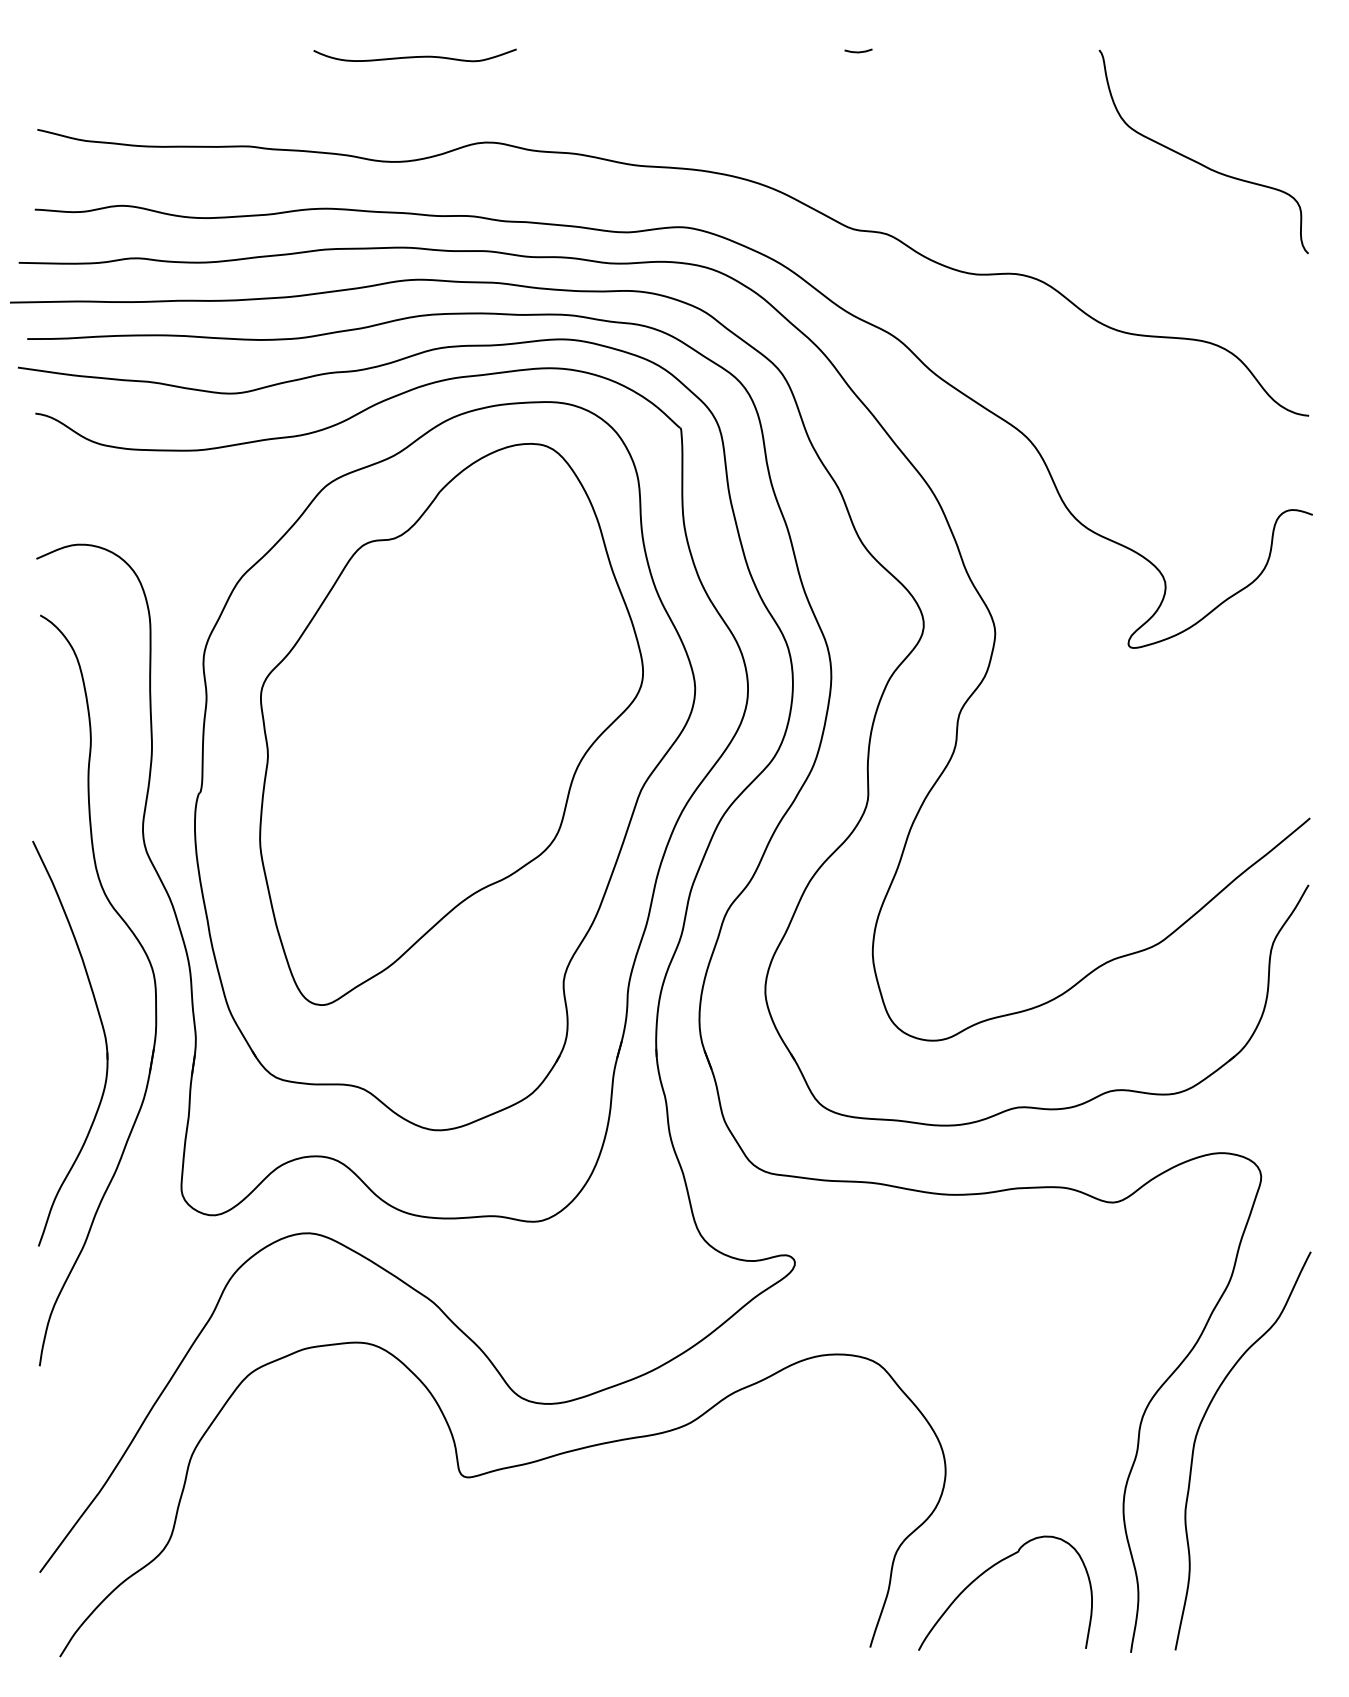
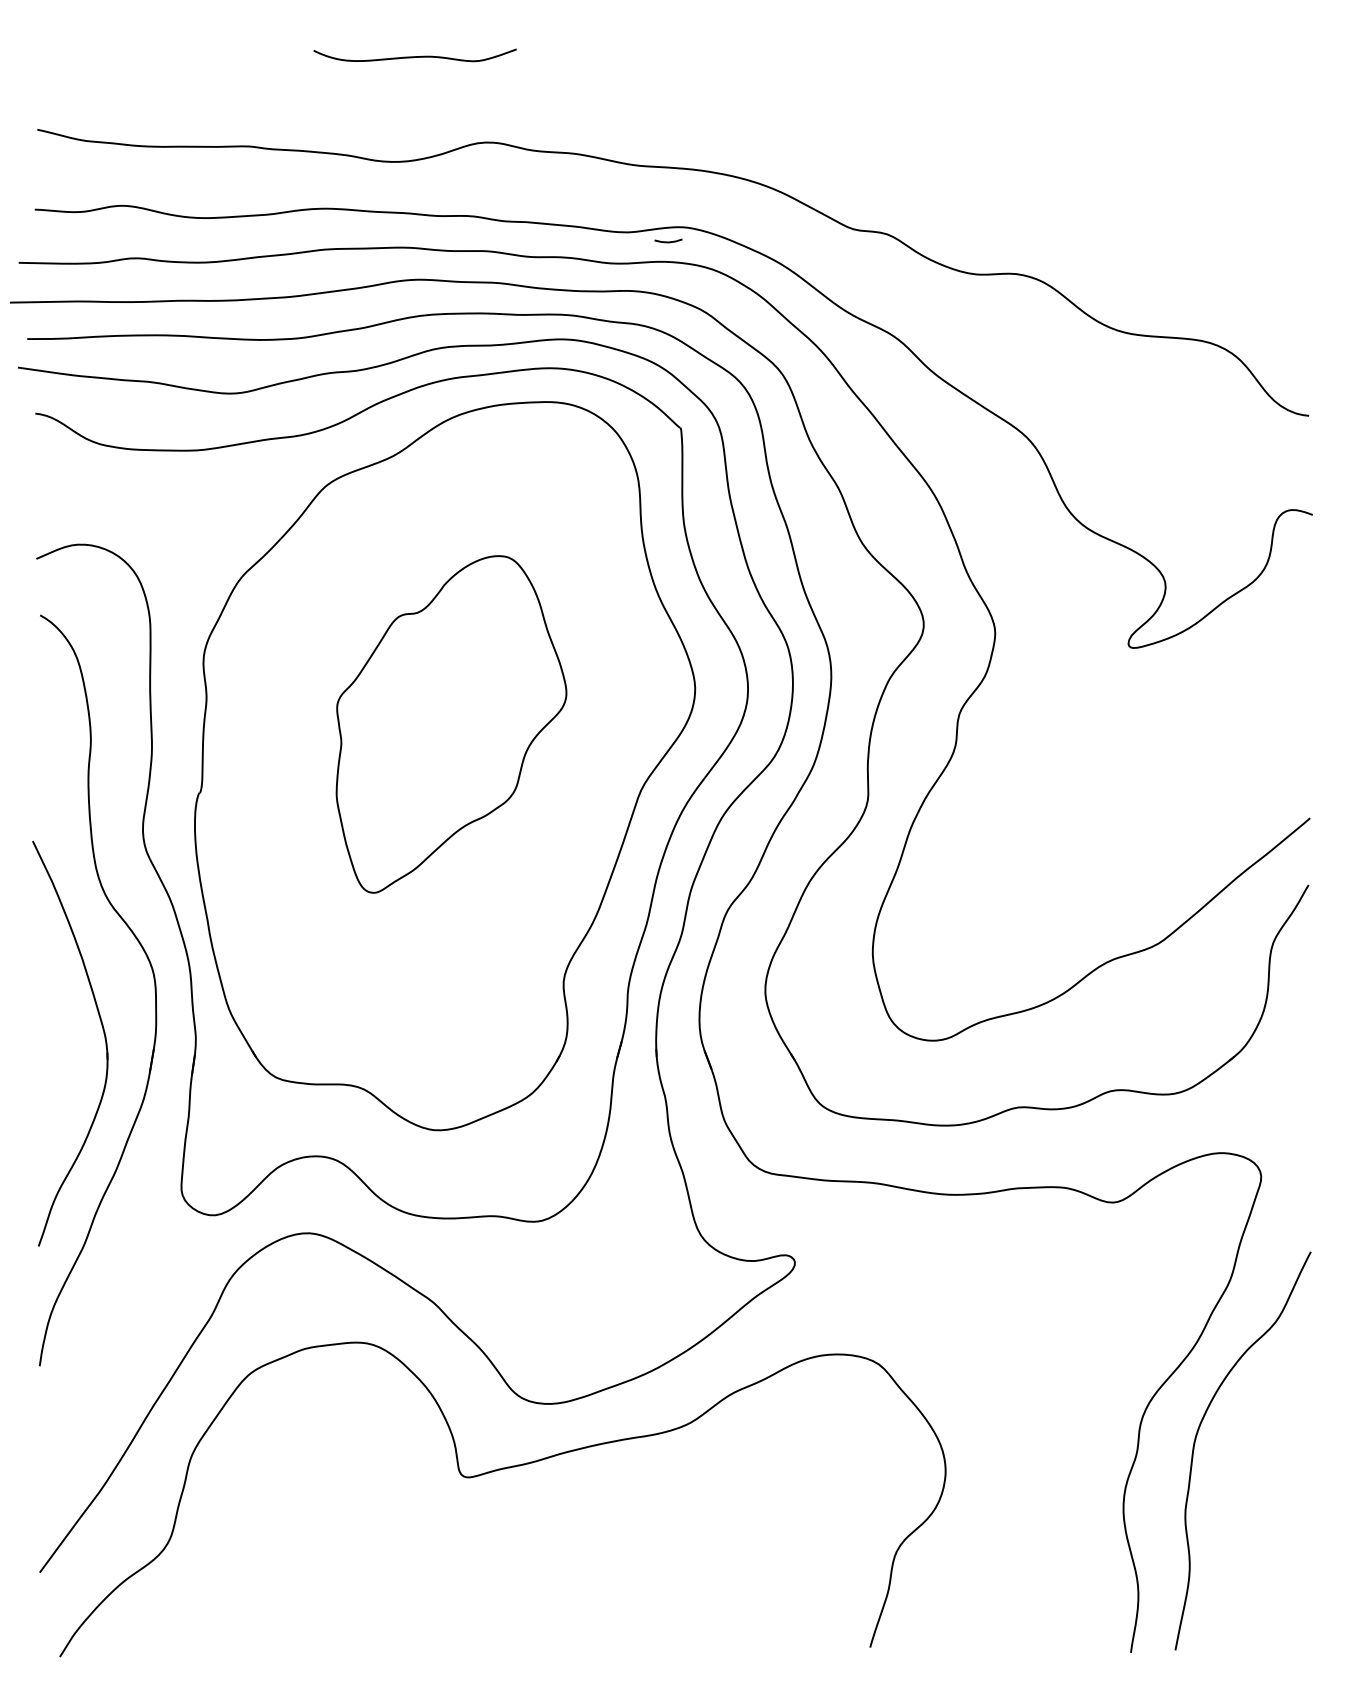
line at (858, 51) position: (858, 51) -> (668, 241)
curve at (1197, 161): present -> none
part at (451, 724) size: 385x563 px -> 233x339 px
part at (987, 1571): present -> none
